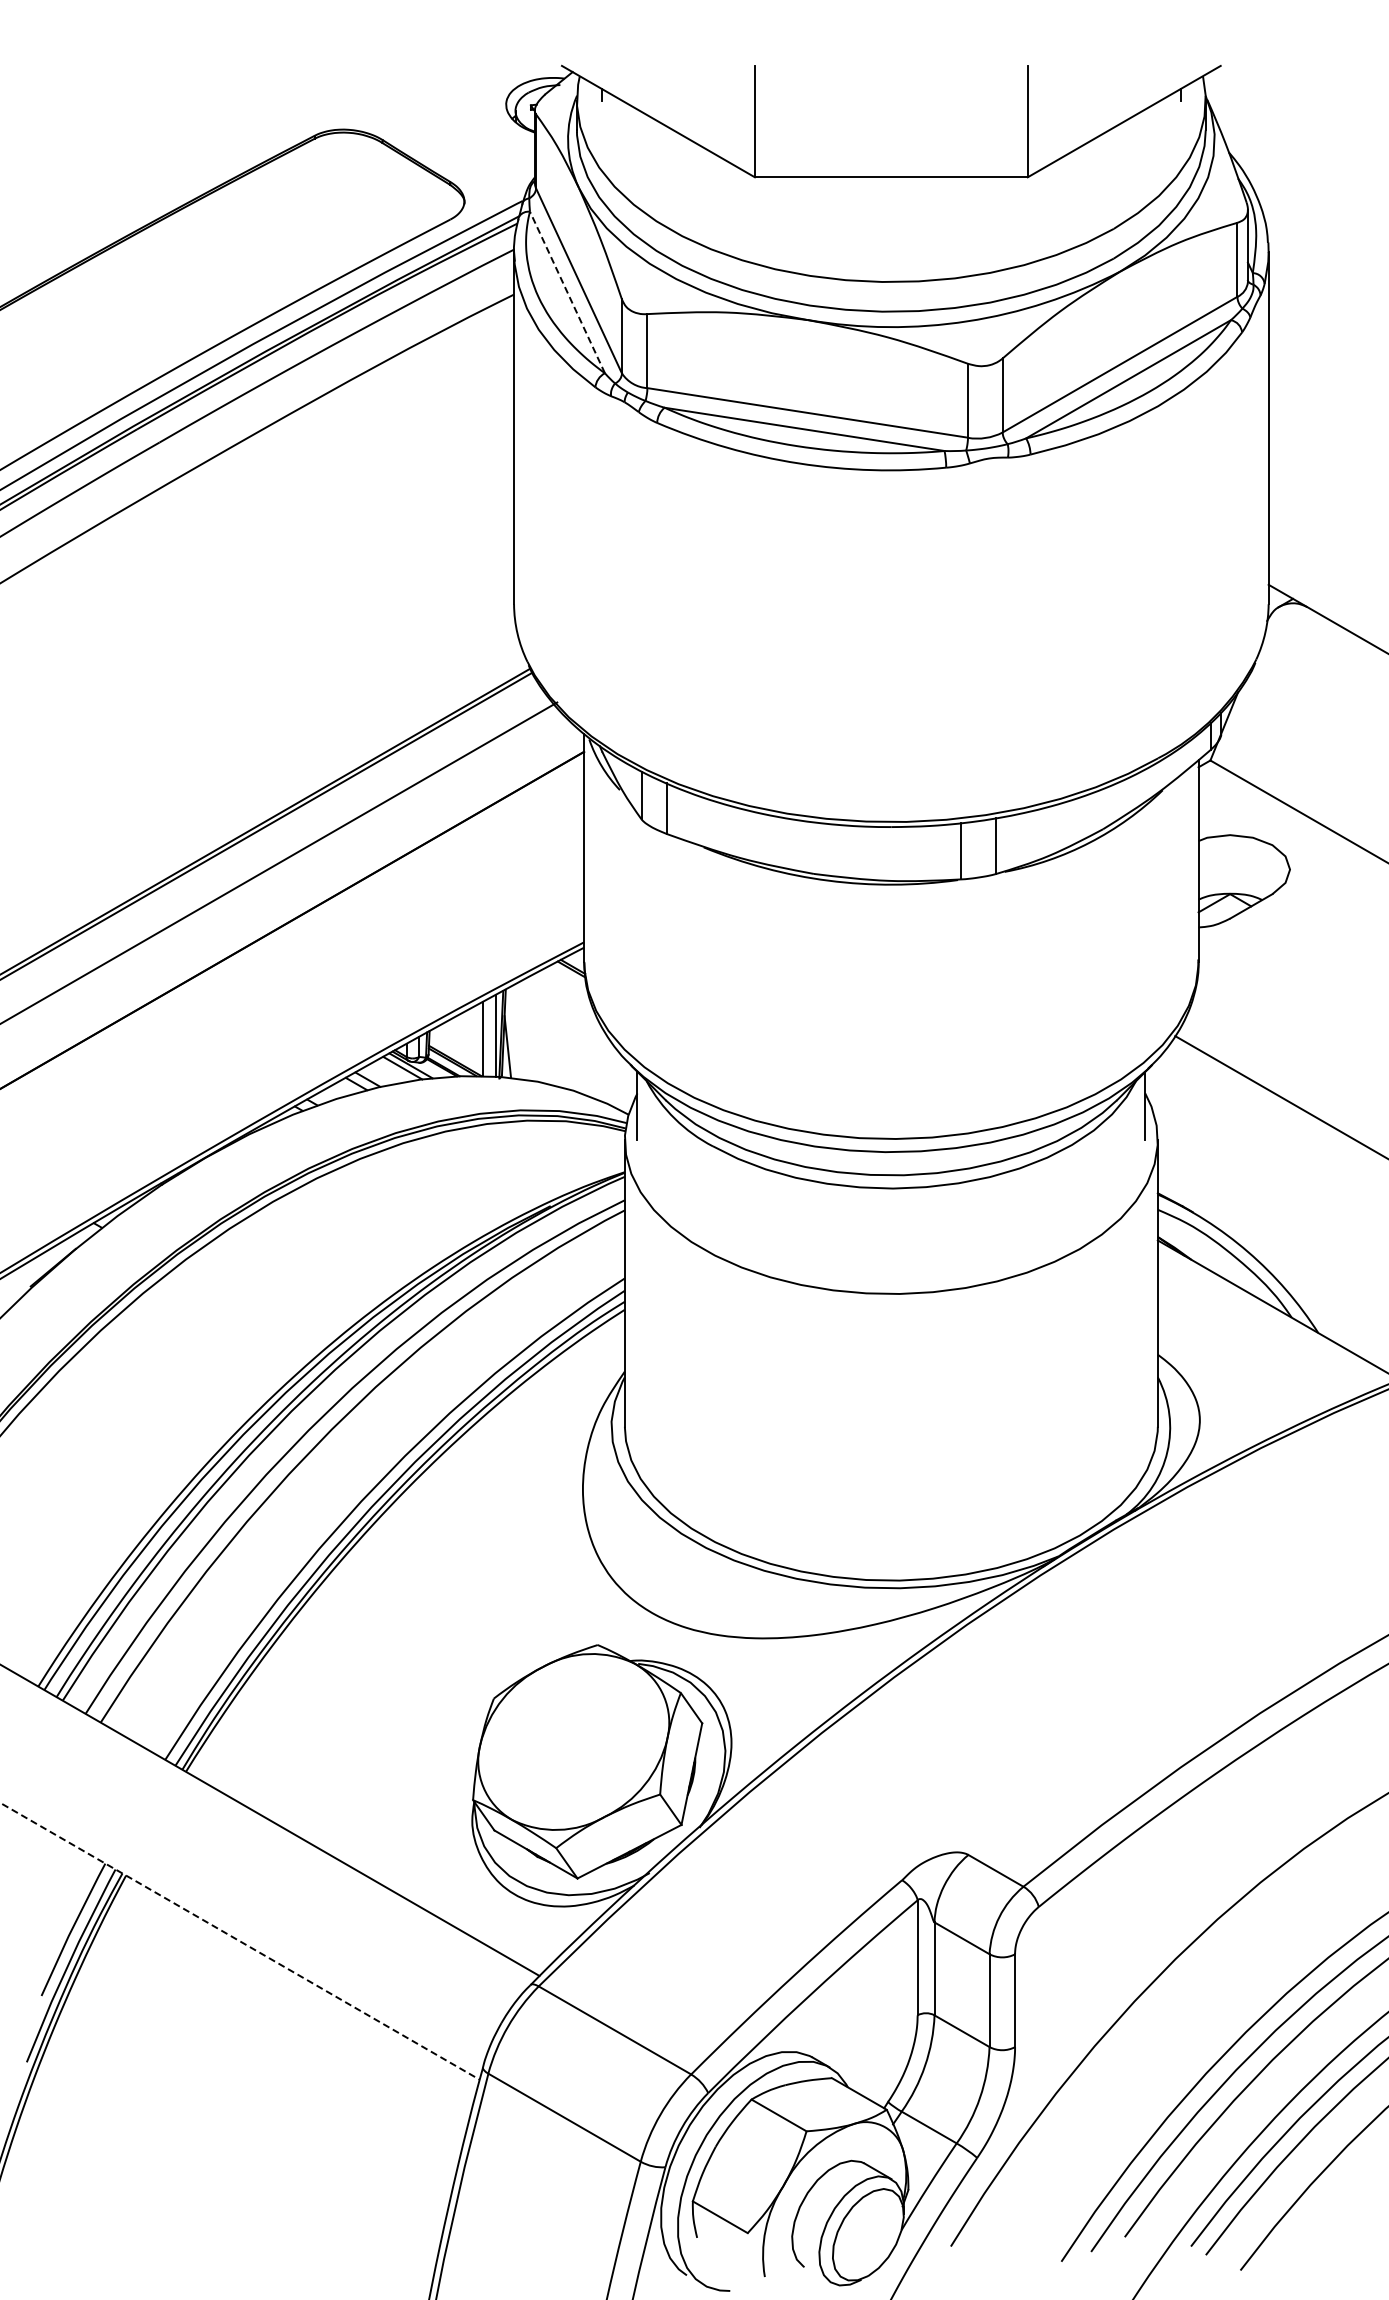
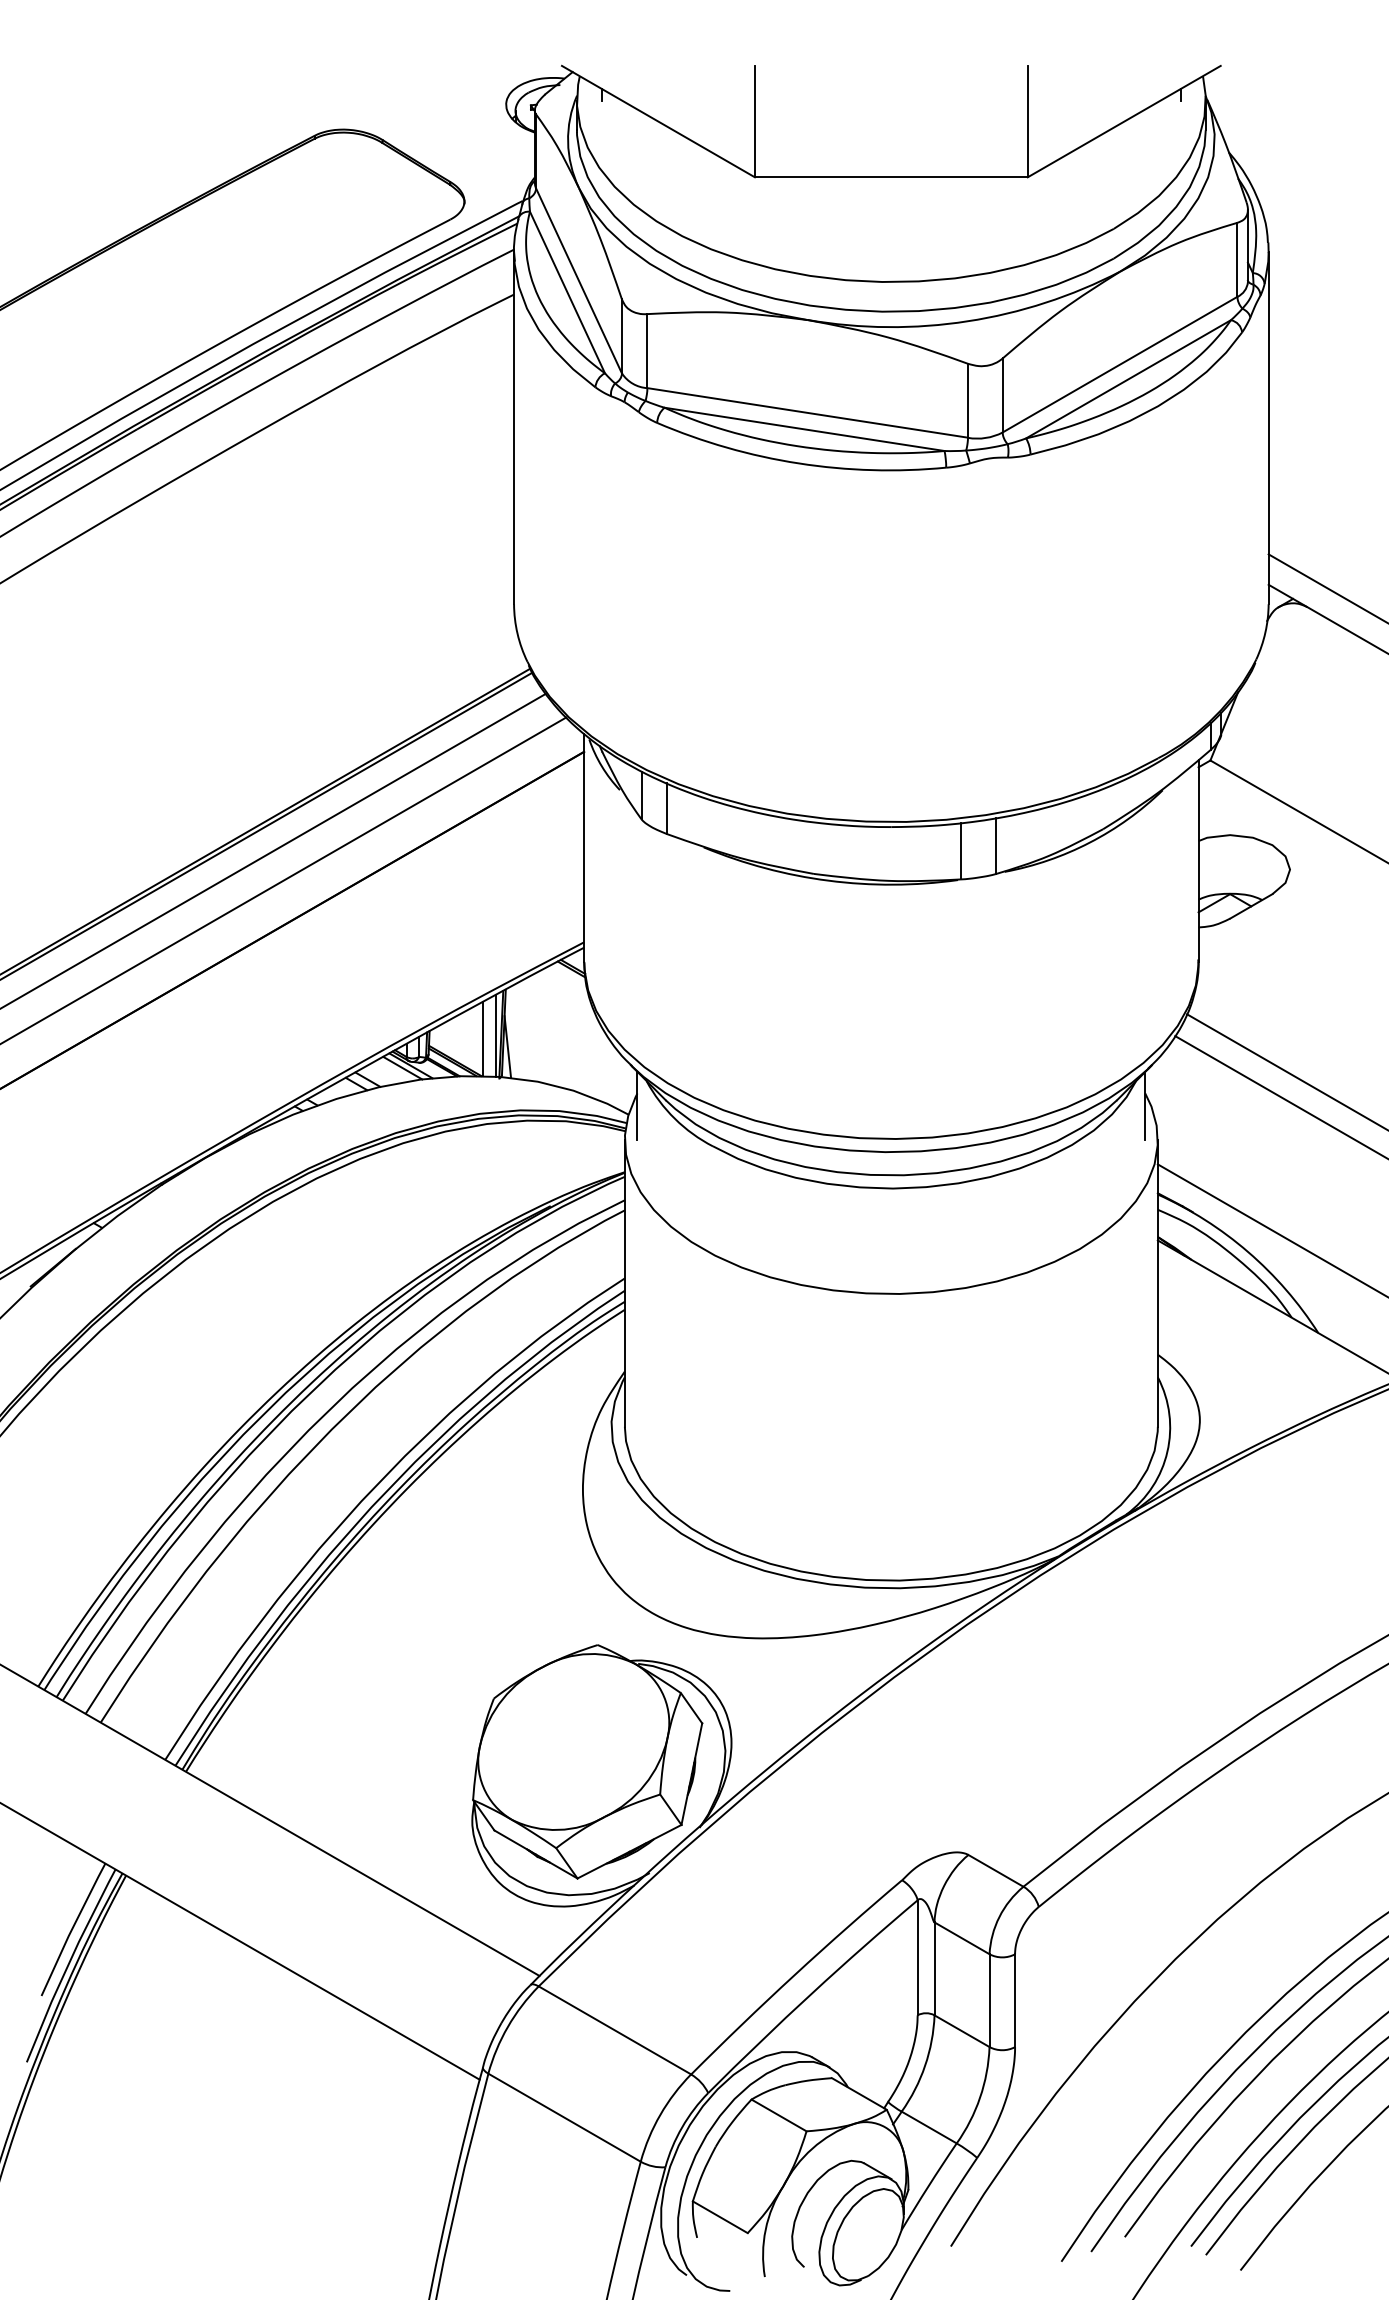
line at (567, 292): dashed -> solid
line at (1326, 588): none -> present
line at (273, 850): none -> present
line at (279, 862) position: (279, 862) -> (284, 880)
line at (1286, 1071): none -> present
line at (1271, 1229): none -> present
line at (240, 1941): dashed -> solid
